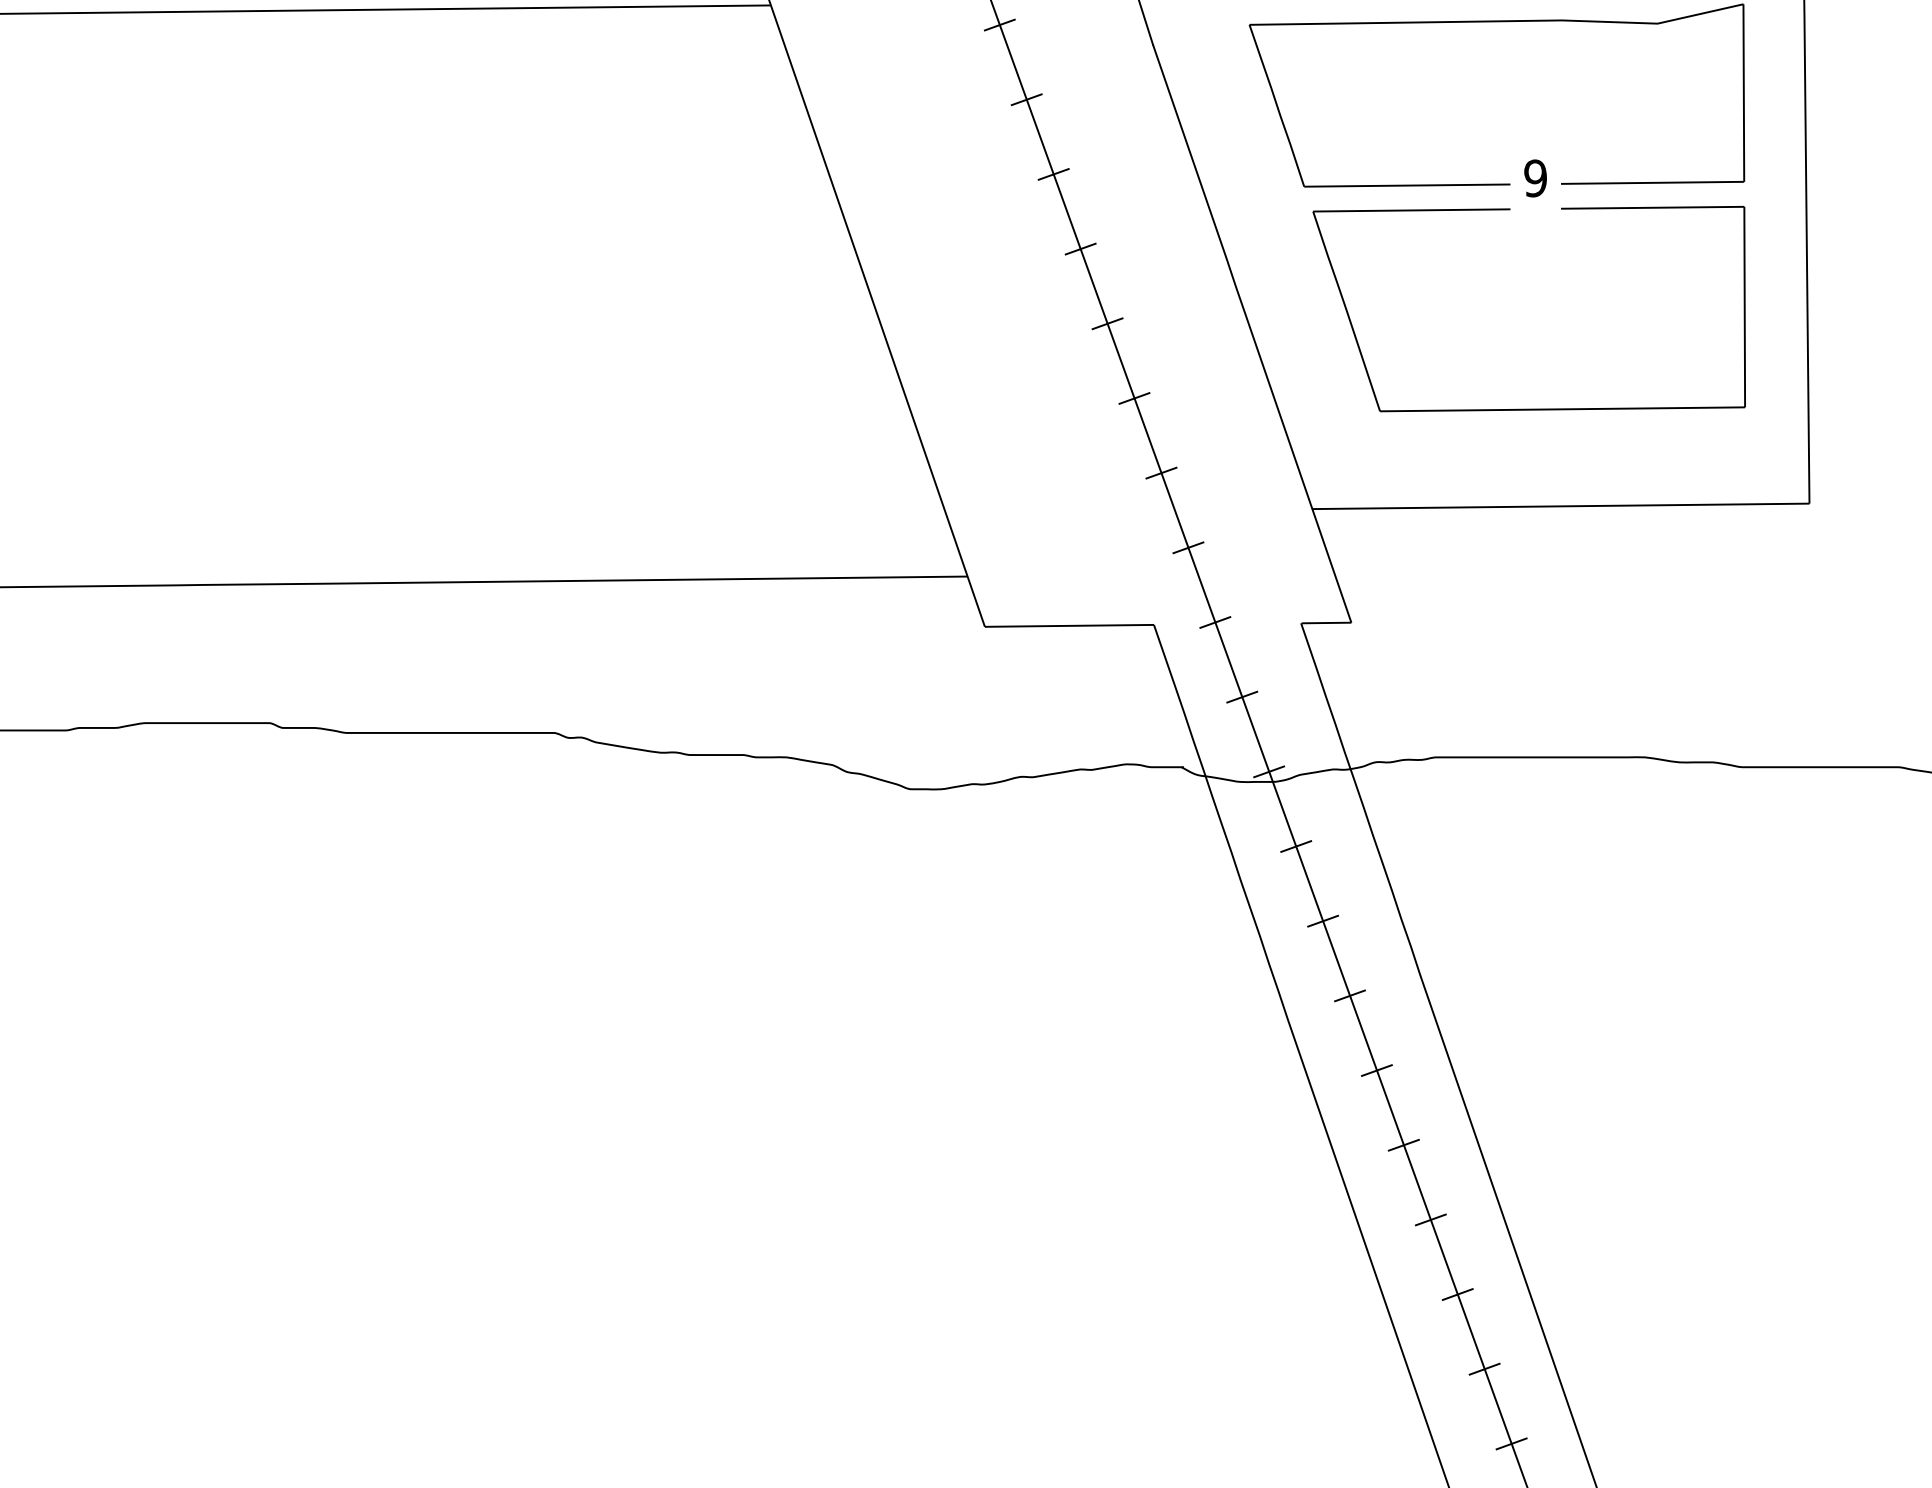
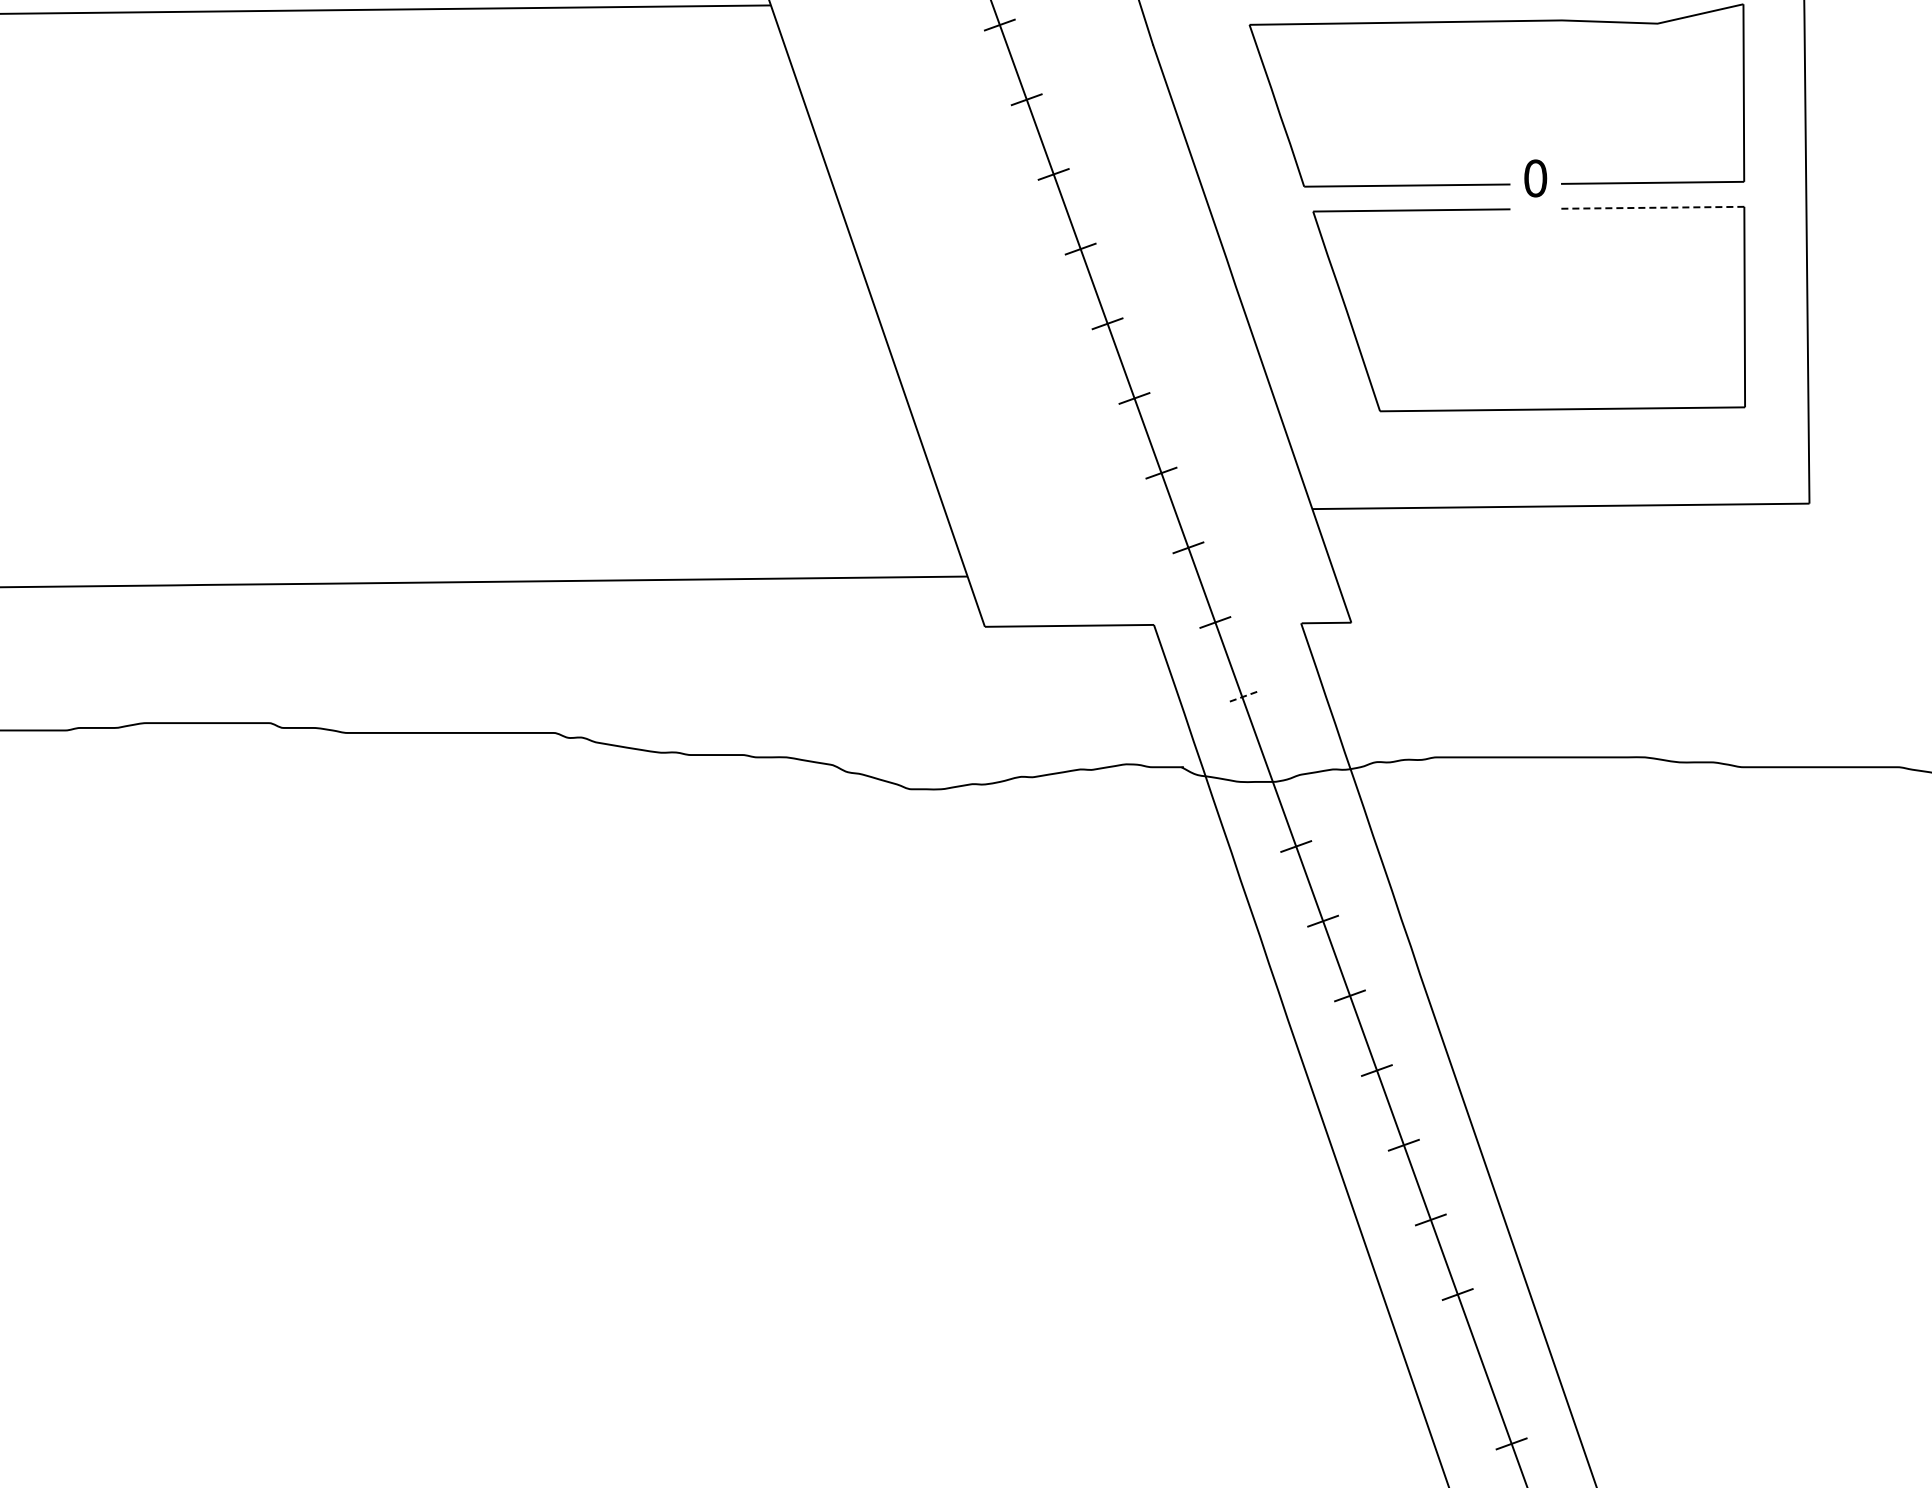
text at (1535, 178): 9 -> 0
line at (1652, 207): solid -> dashed
line at (1242, 697): solid -> dashed
line at (1269, 771): present -> none
line at (1484, 1368): present -> none
